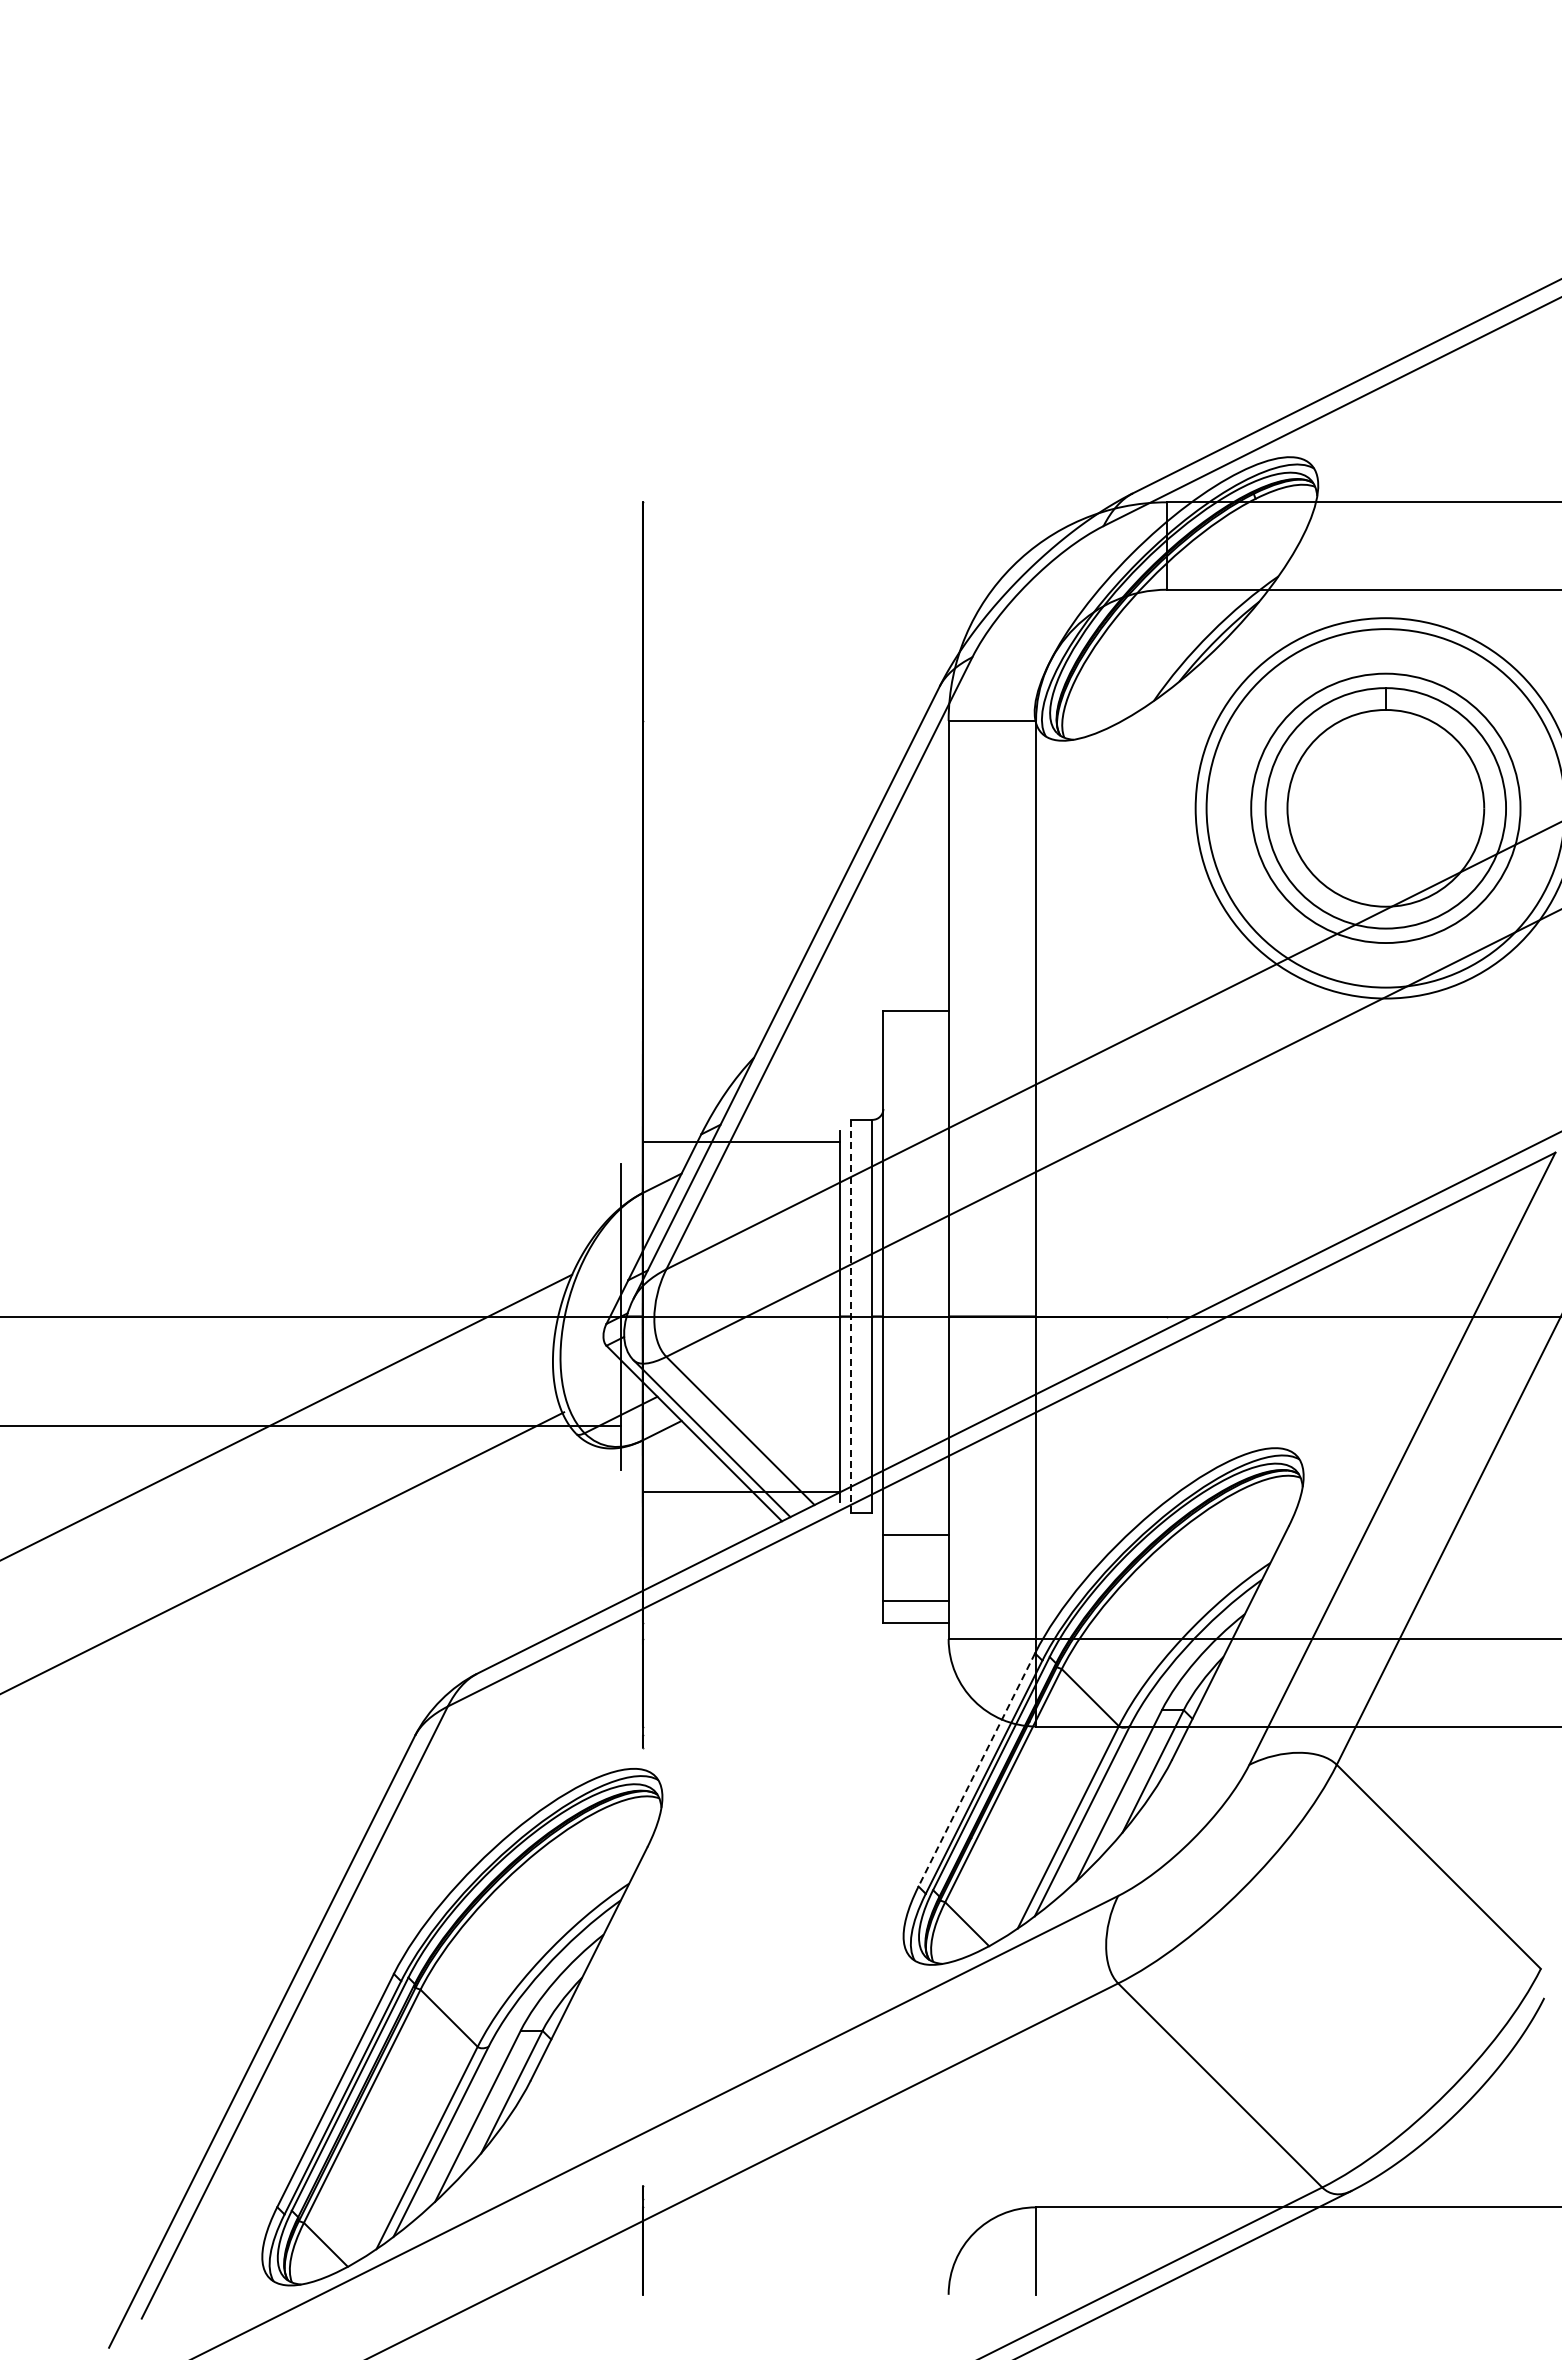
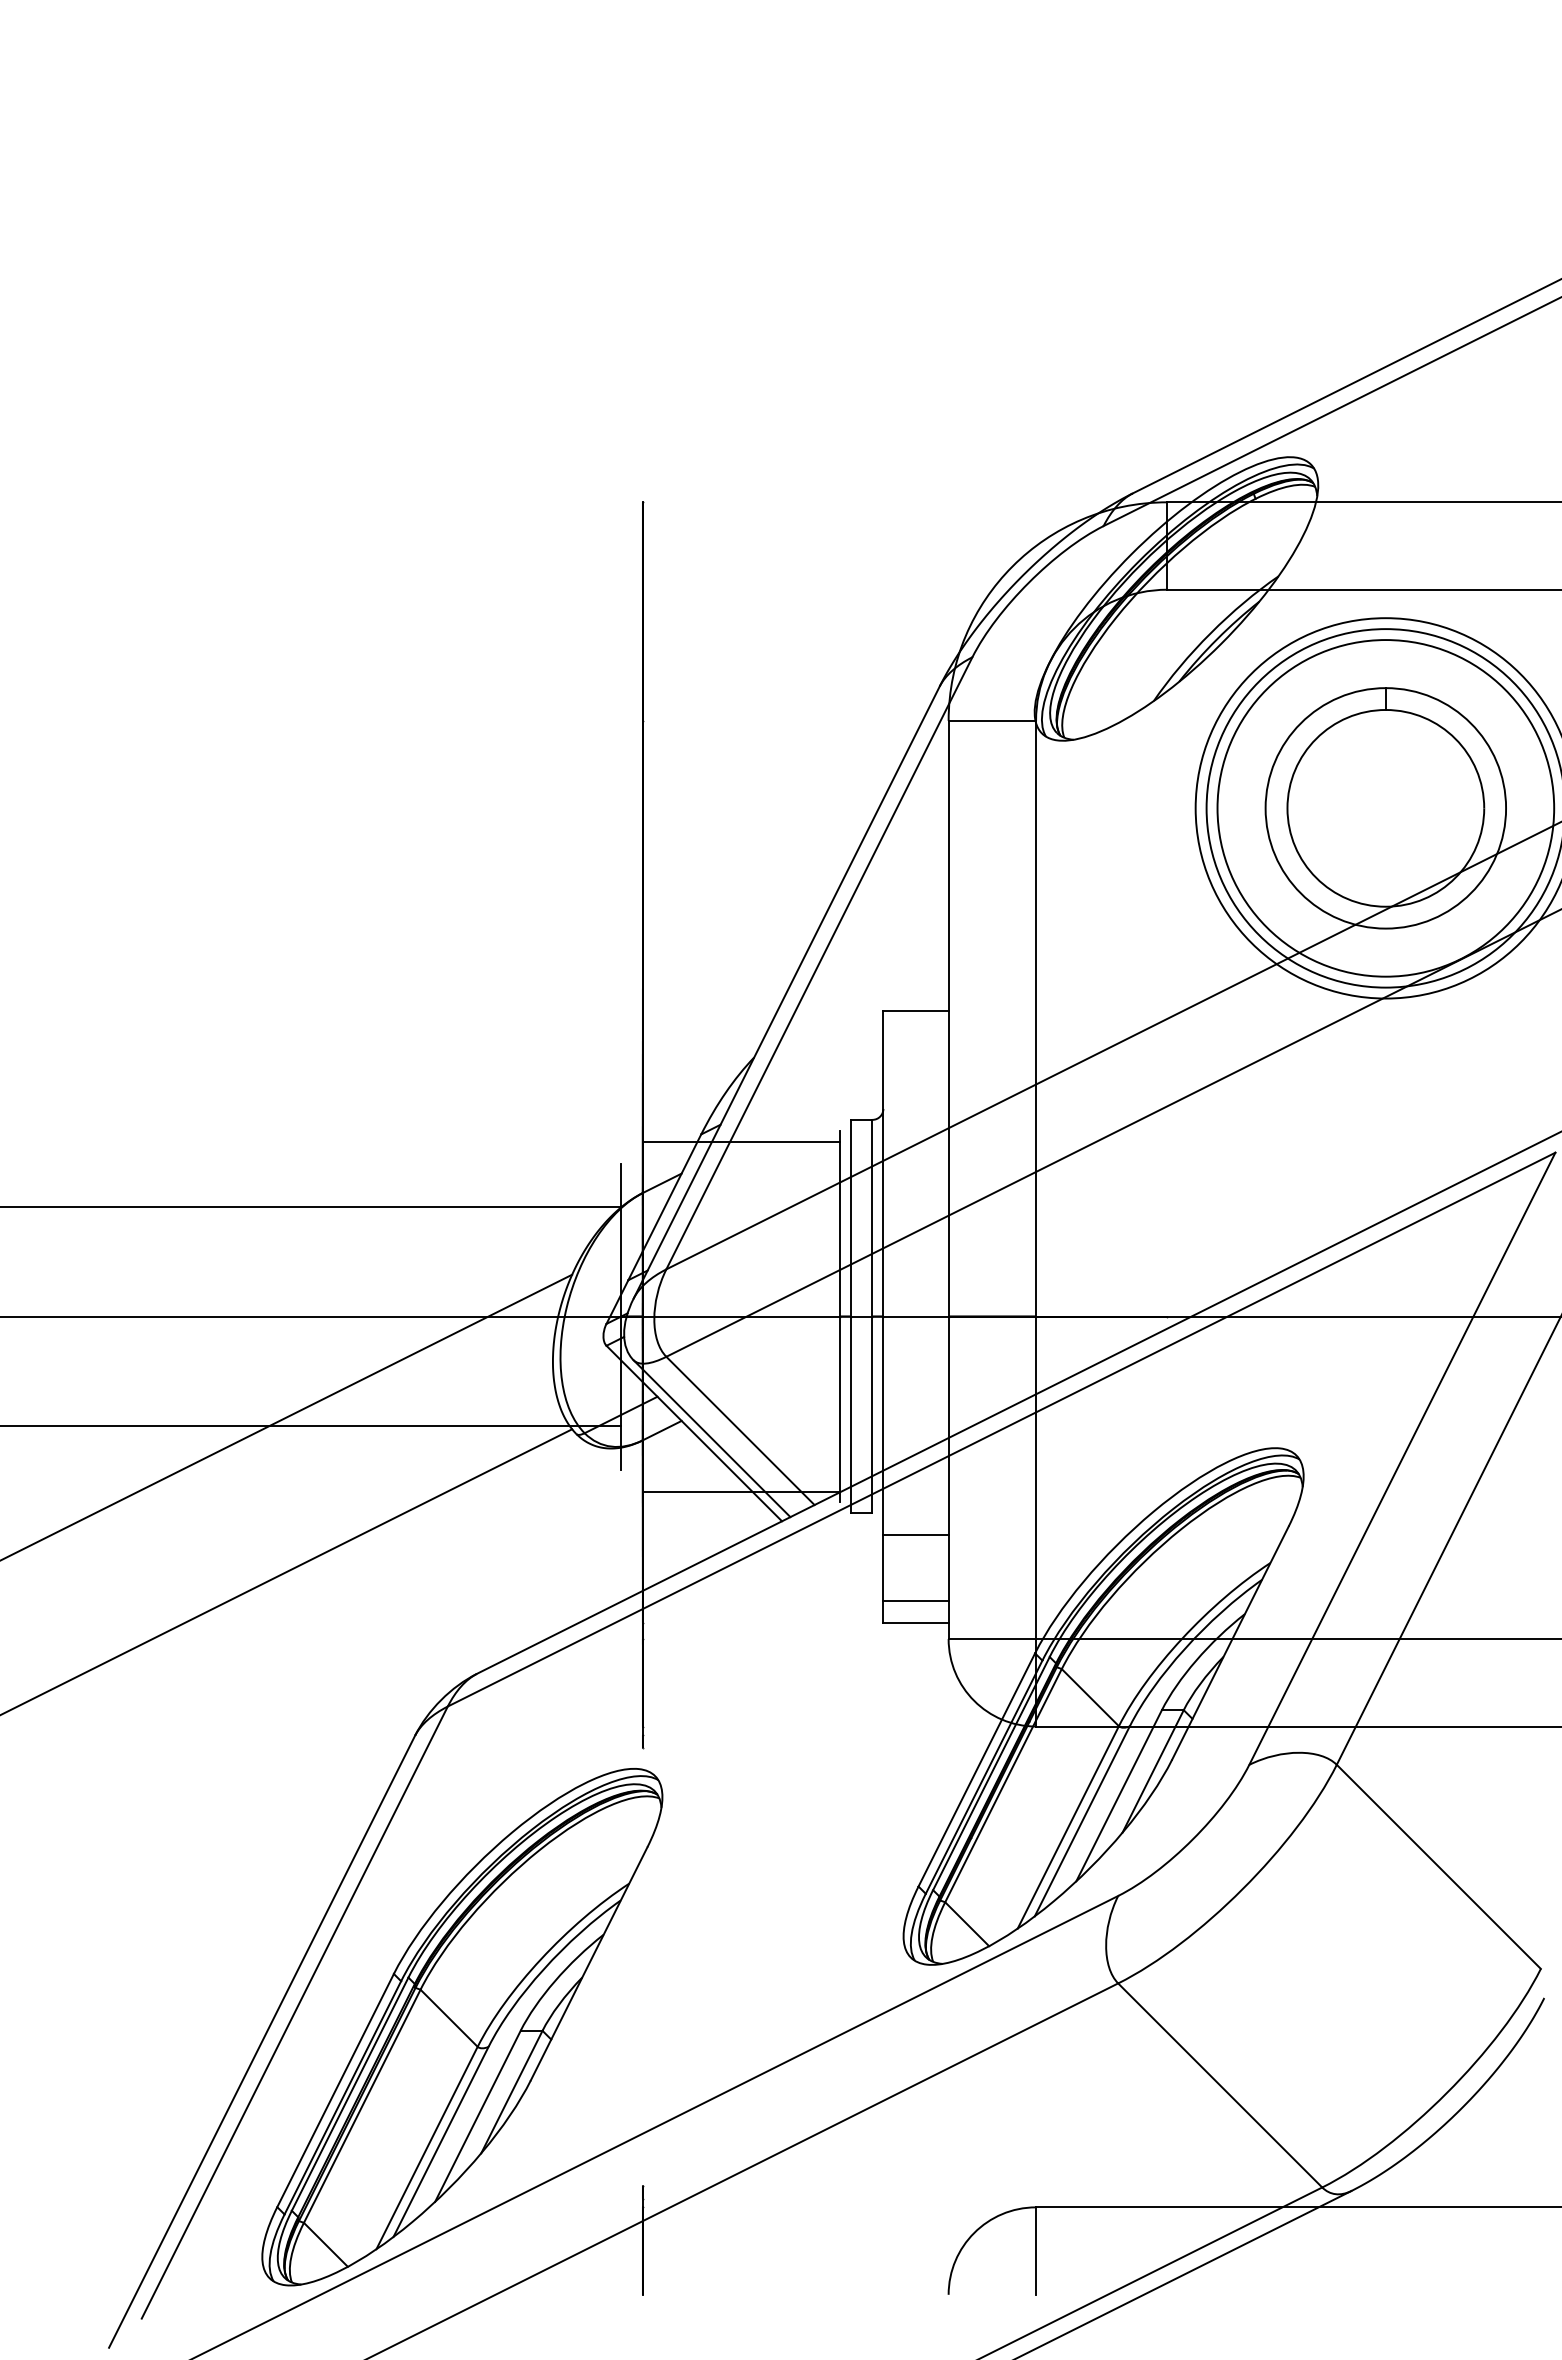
circle at (1385, 808) diameter: 269 px -> 337 px
line at (311, 1207): none -> present
line at (850, 1316): dashed -> solid
line at (283, 1552) position: (283, 1552) -> (287, 1571)
line at (976, 1770): dashed -> solid
